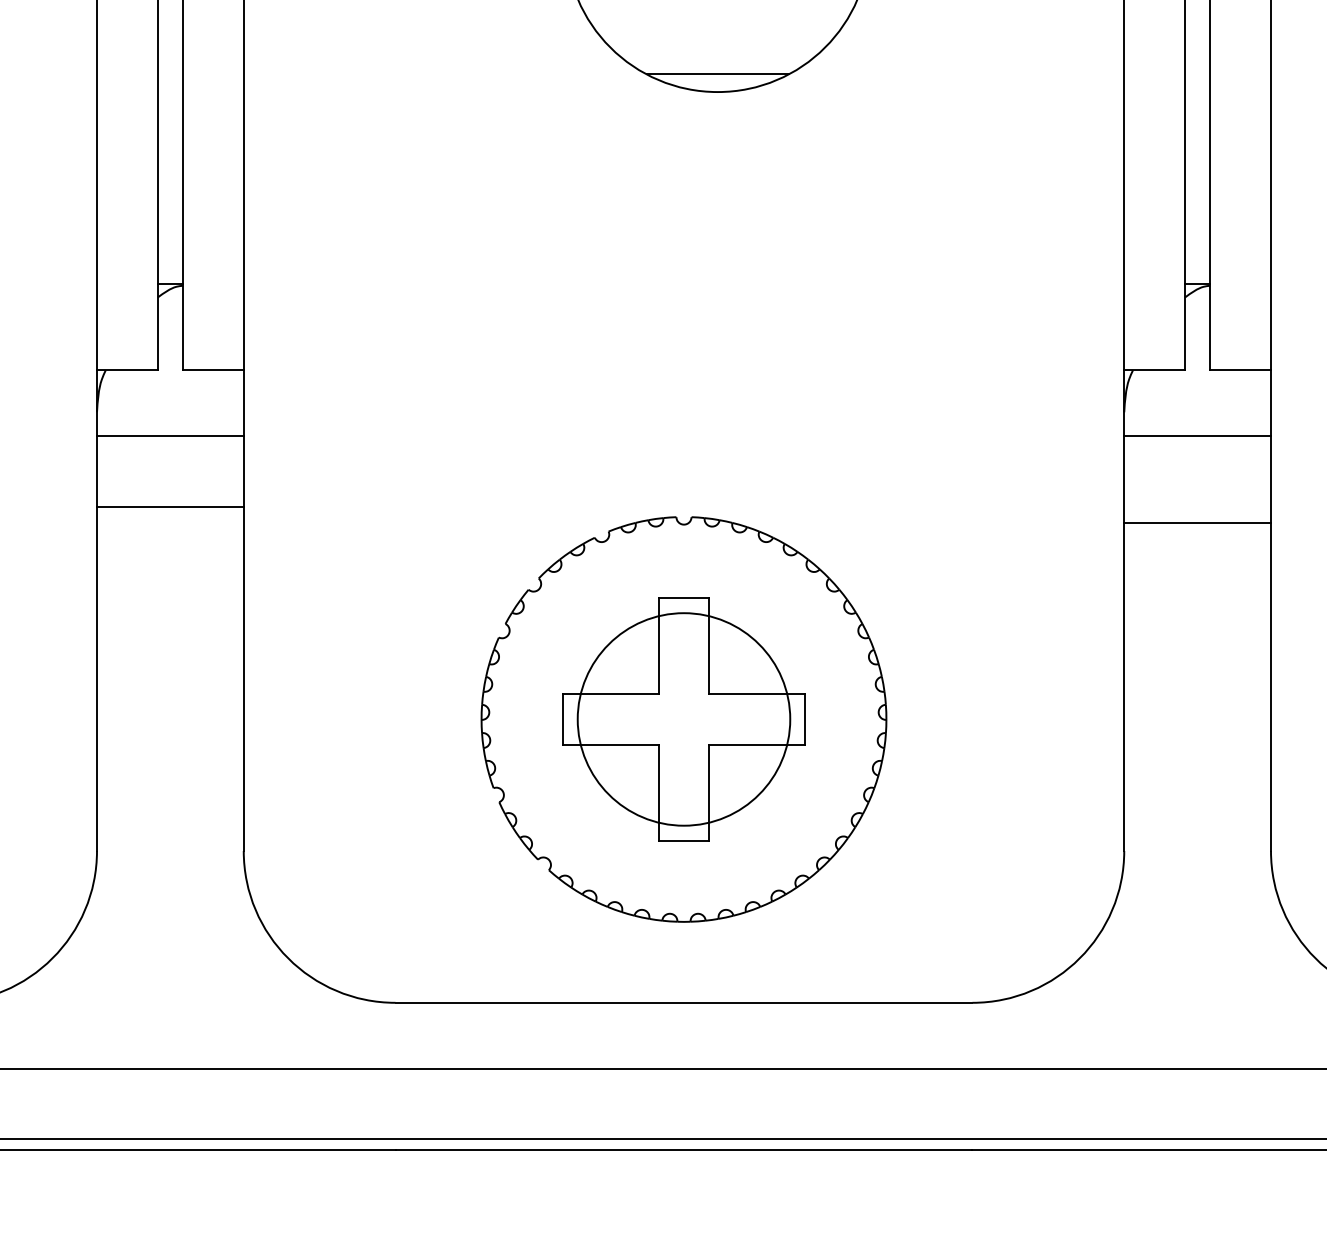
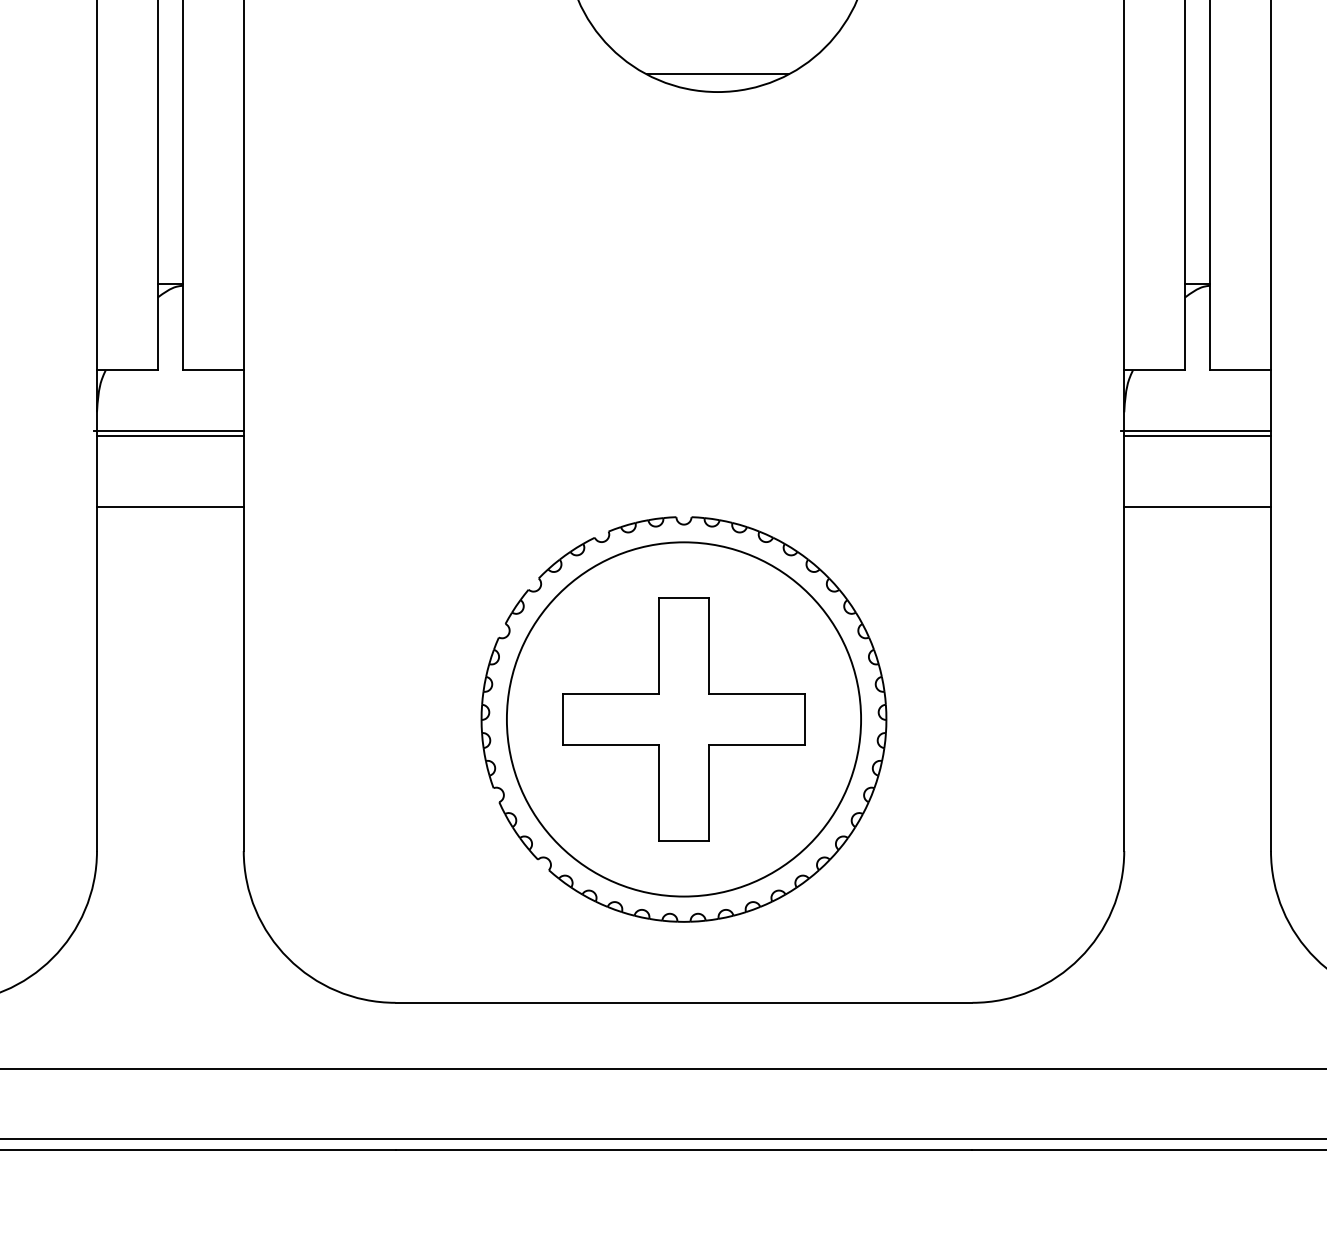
line at (168, 431): none -> present
line at (1195, 431): none -> present
line at (1197, 522) position: (1197, 522) -> (1197, 506)
circle at (683, 719) diameter: 213 px -> 354 px
